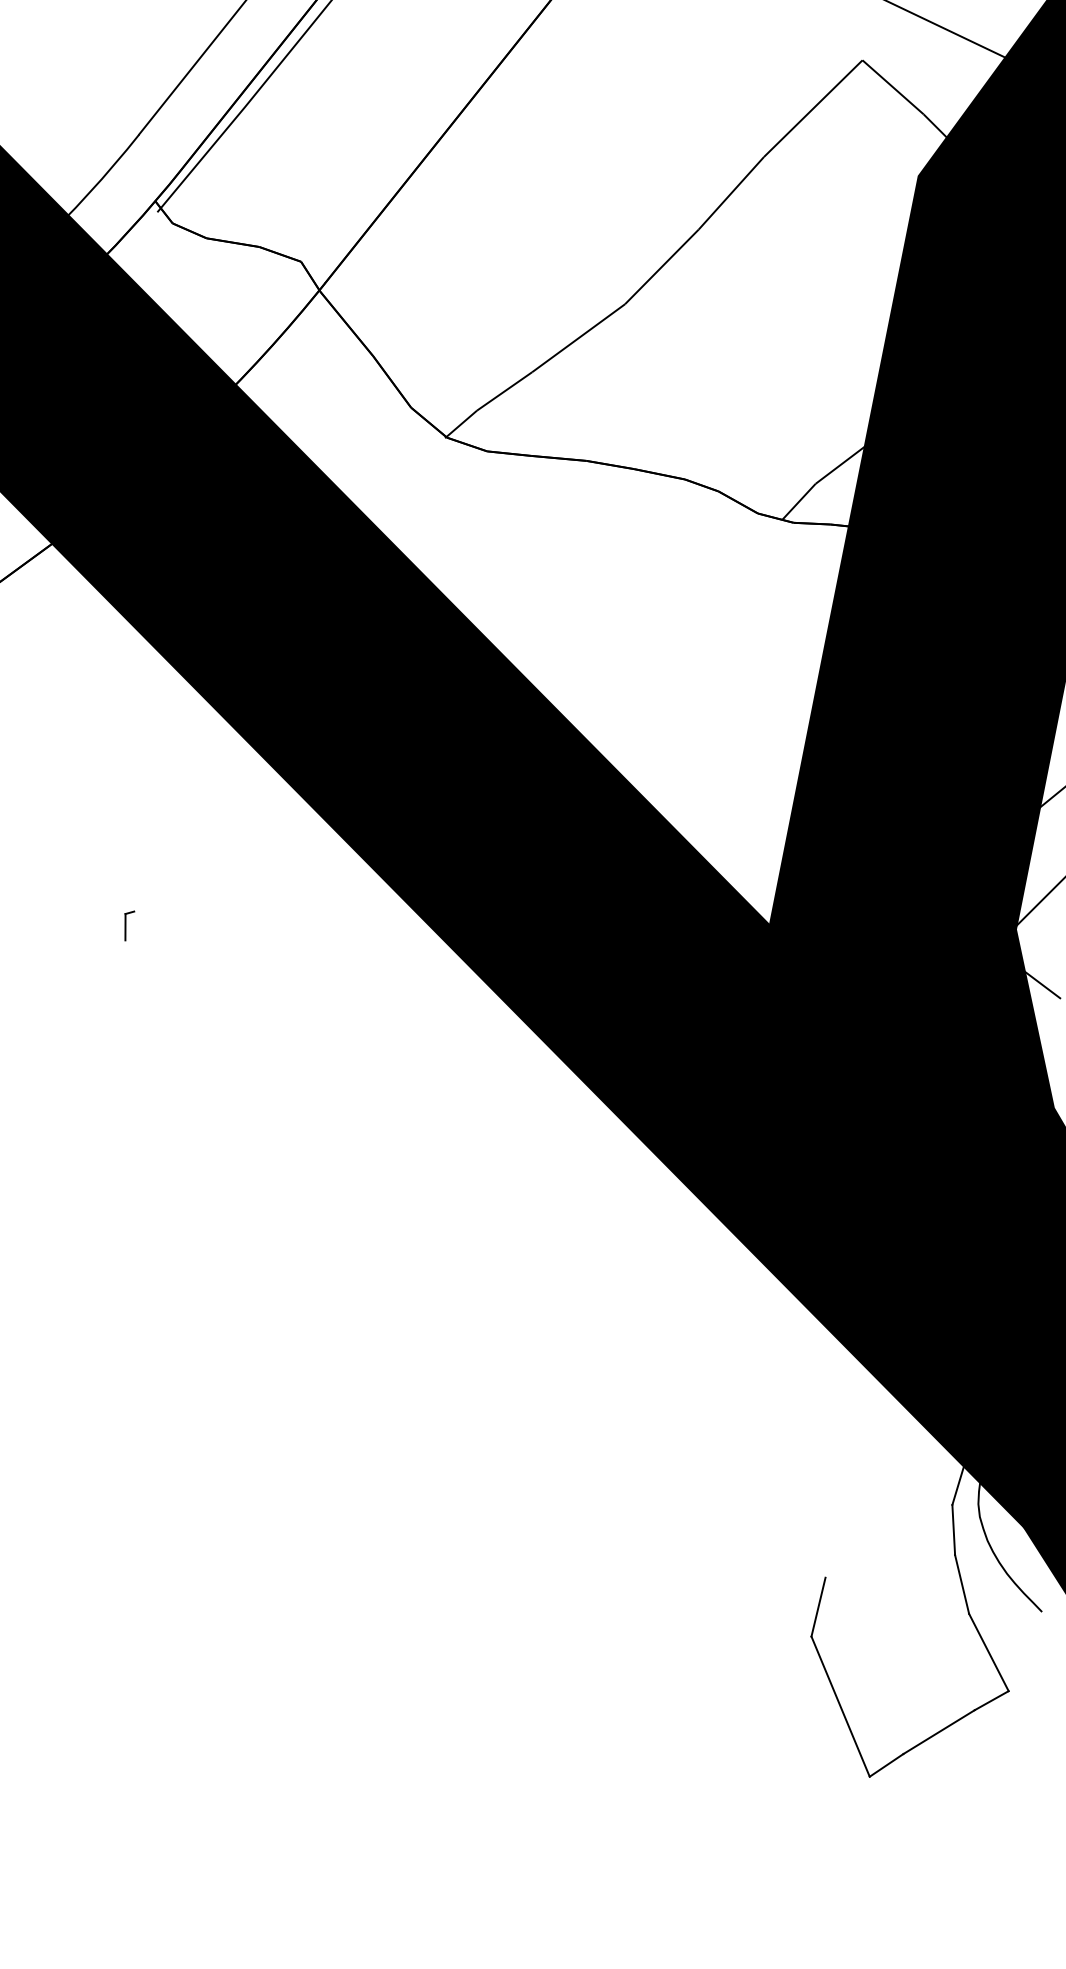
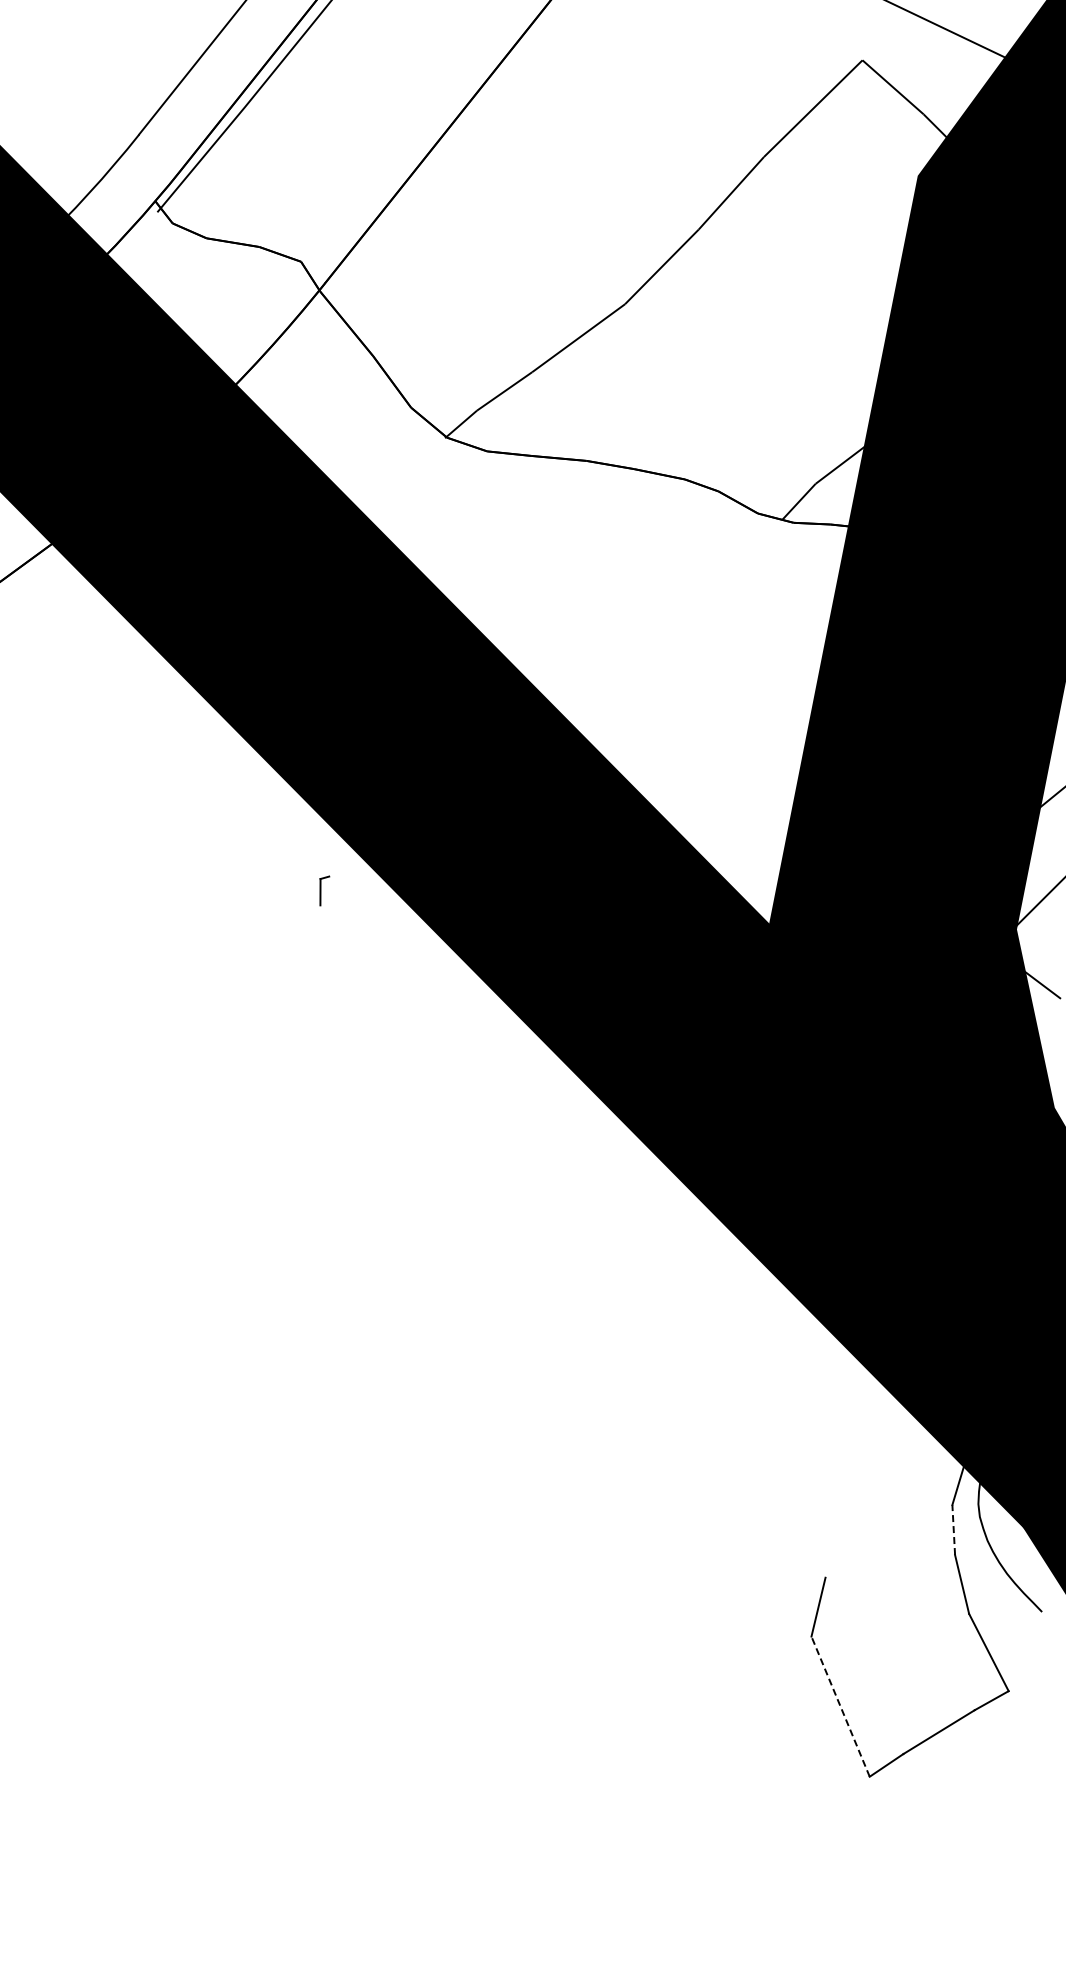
part at (129, 925) position: (129, 925) -> (324, 890)
line at (953, 1529): solid -> dashed
line at (840, 1706): solid -> dashed
